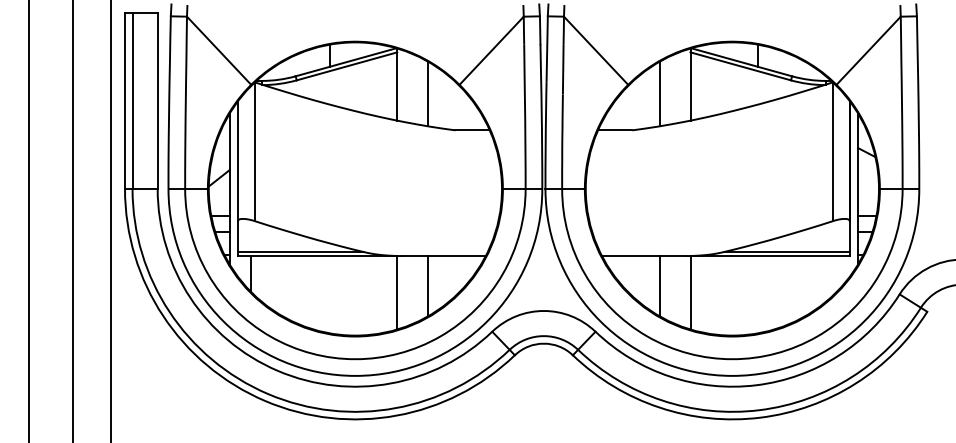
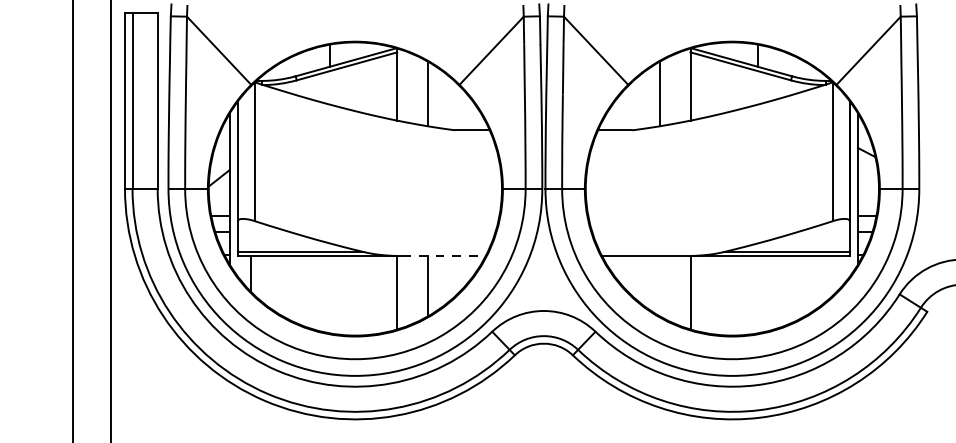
line at (28, 220): present -> none
line at (443, 256): solid -> dashed
line at (659, 286): present -> none
